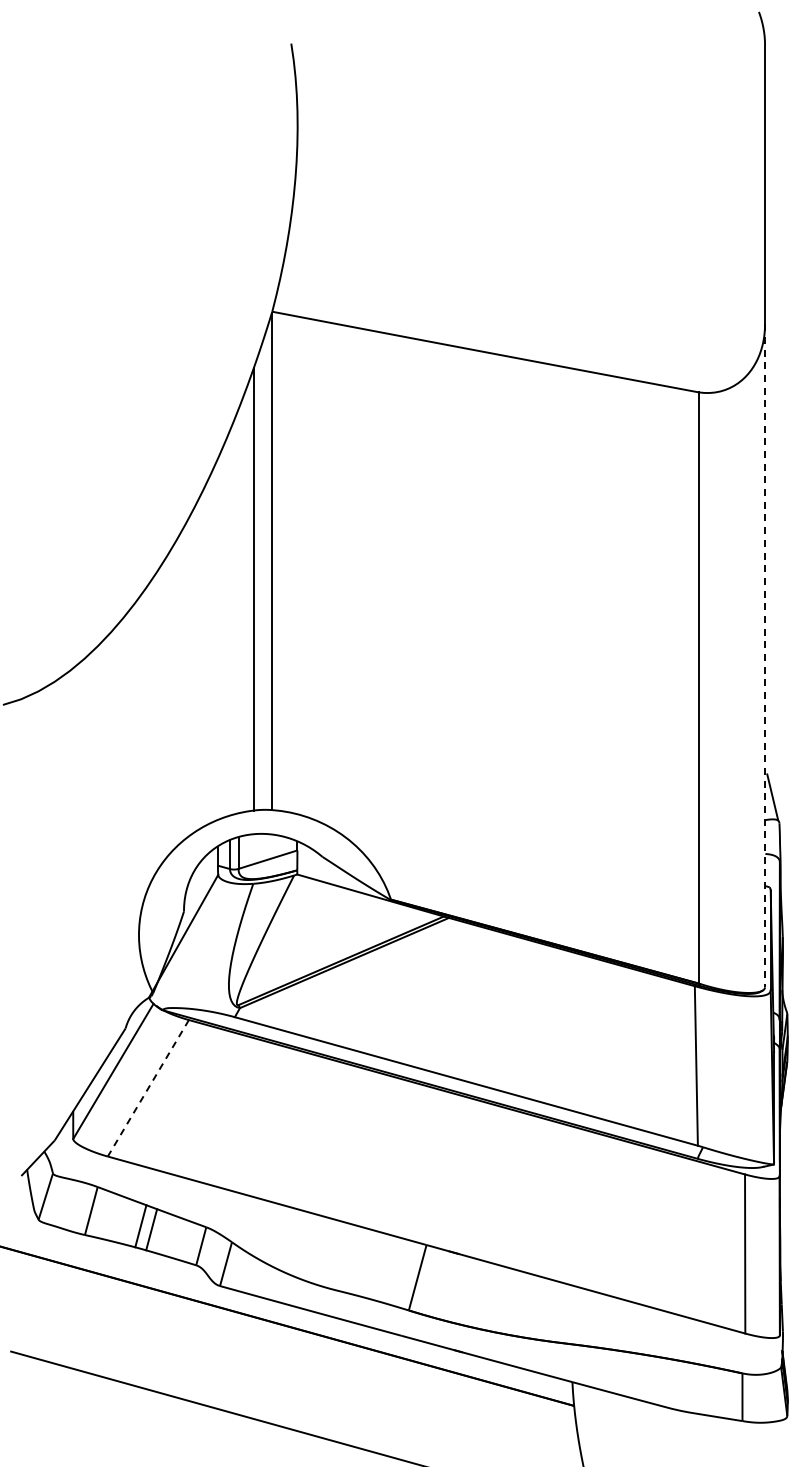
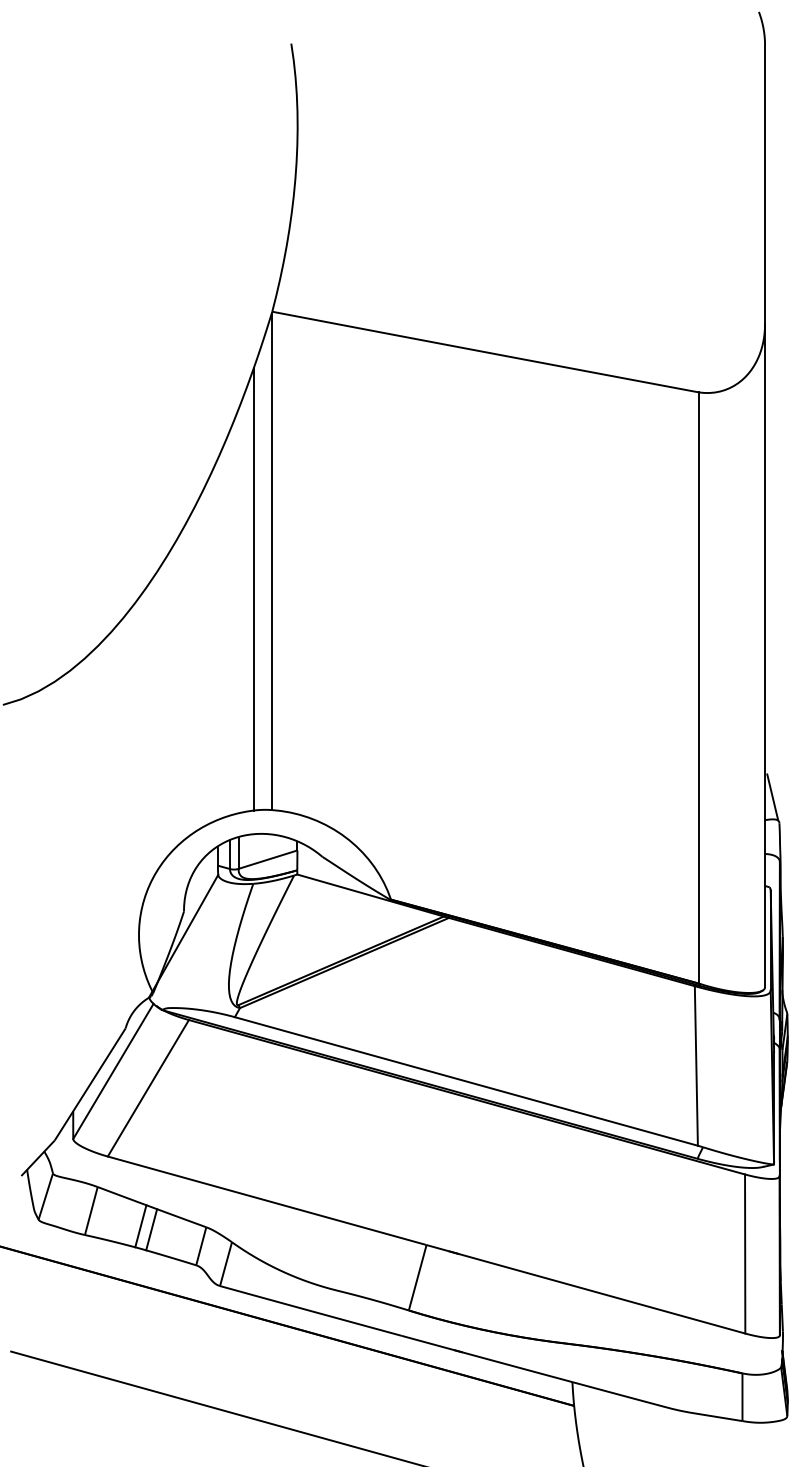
line at (765, 656): dashed -> solid
line at (148, 1088): dashed -> solid
